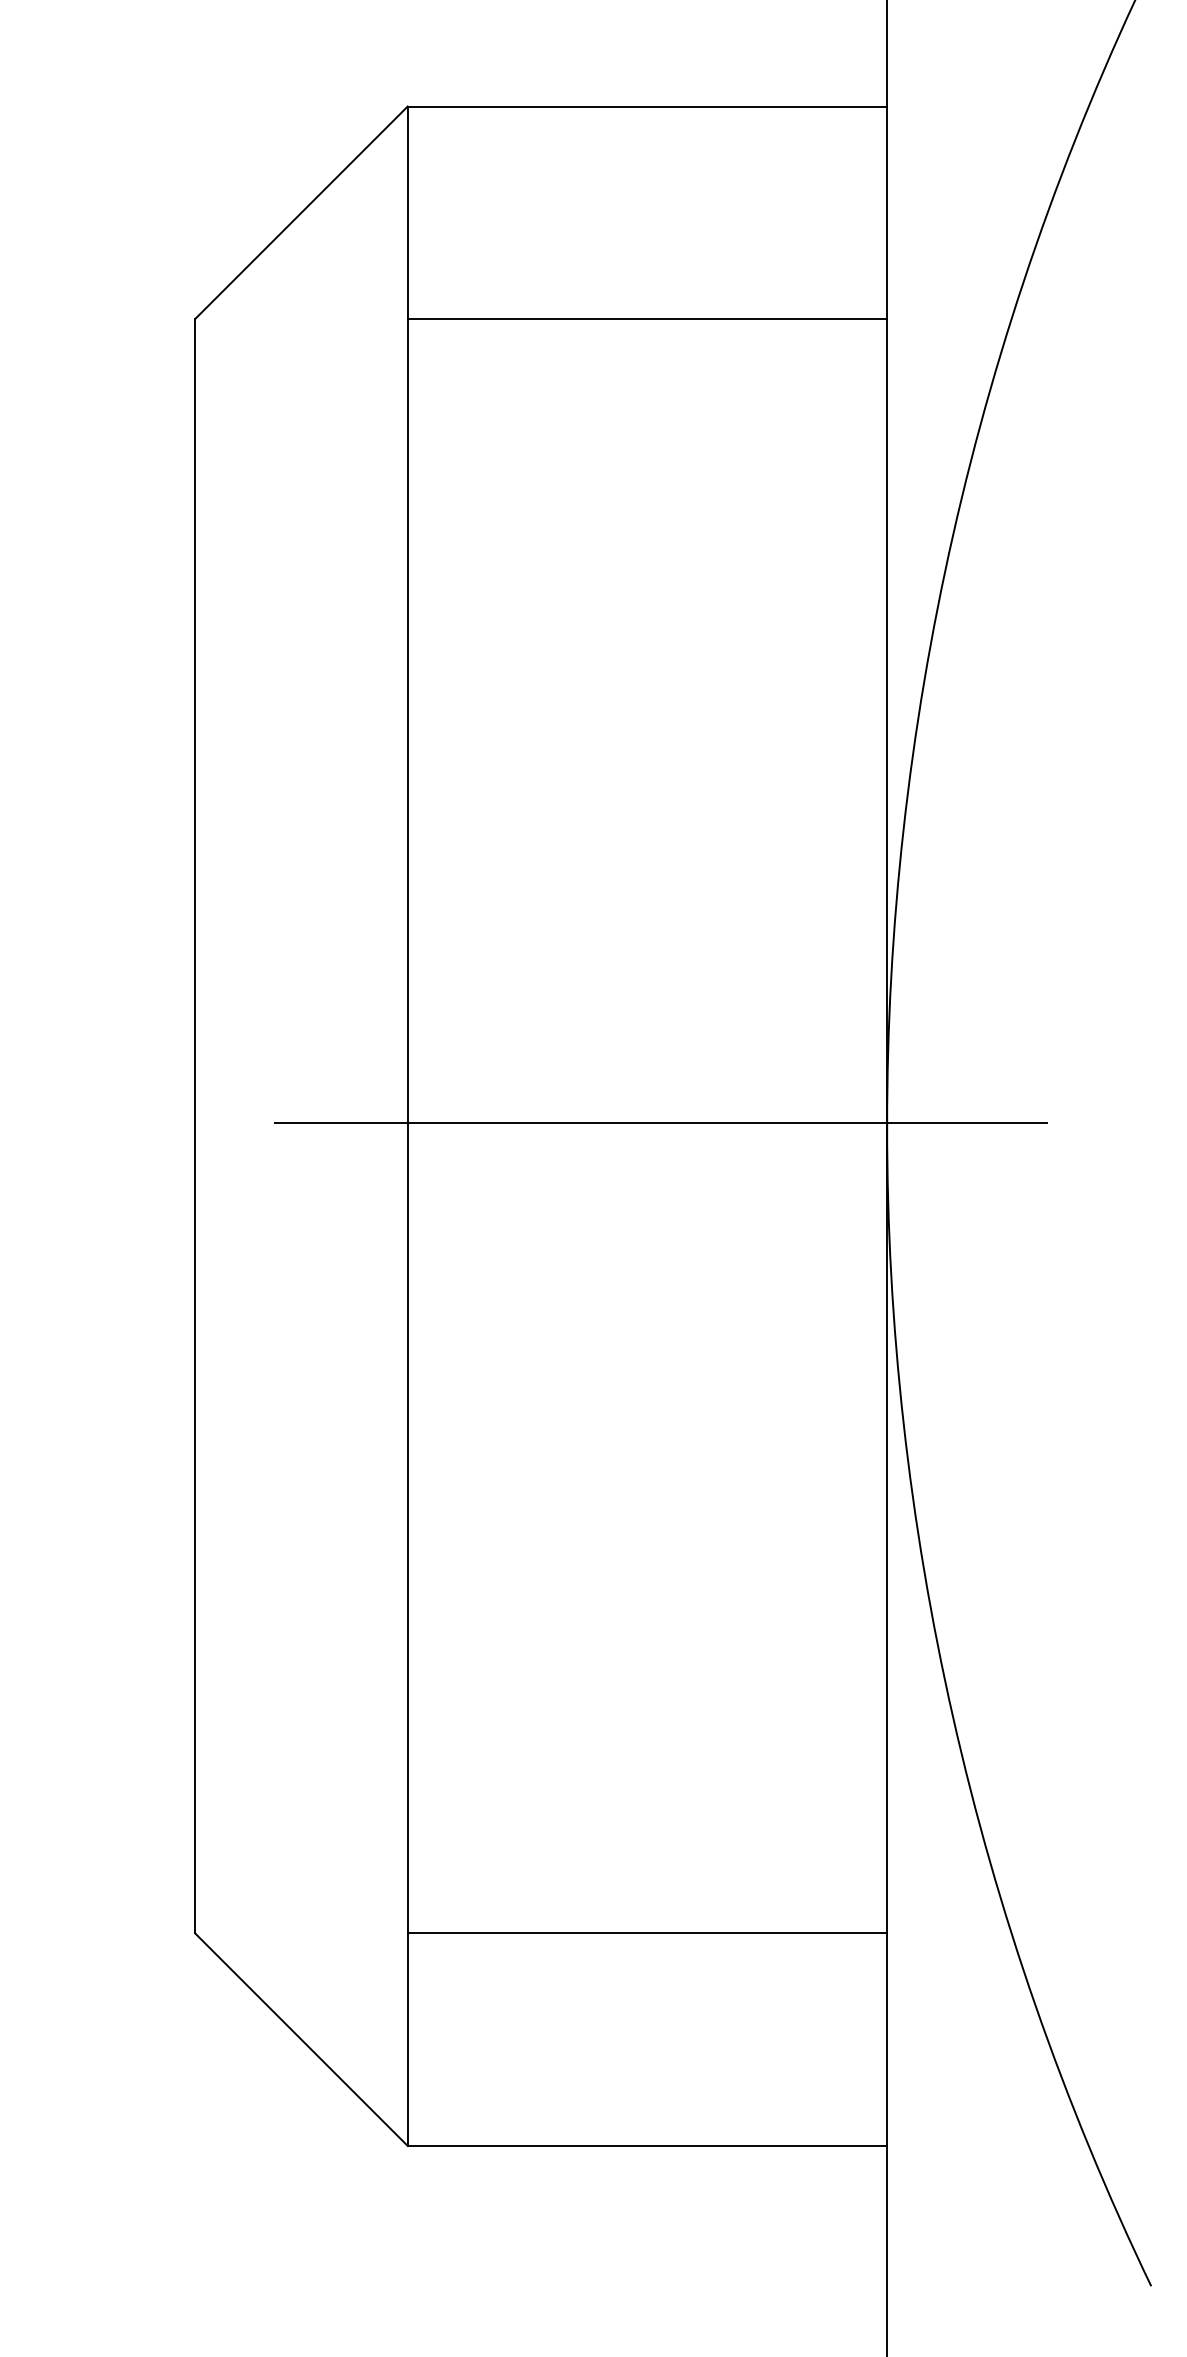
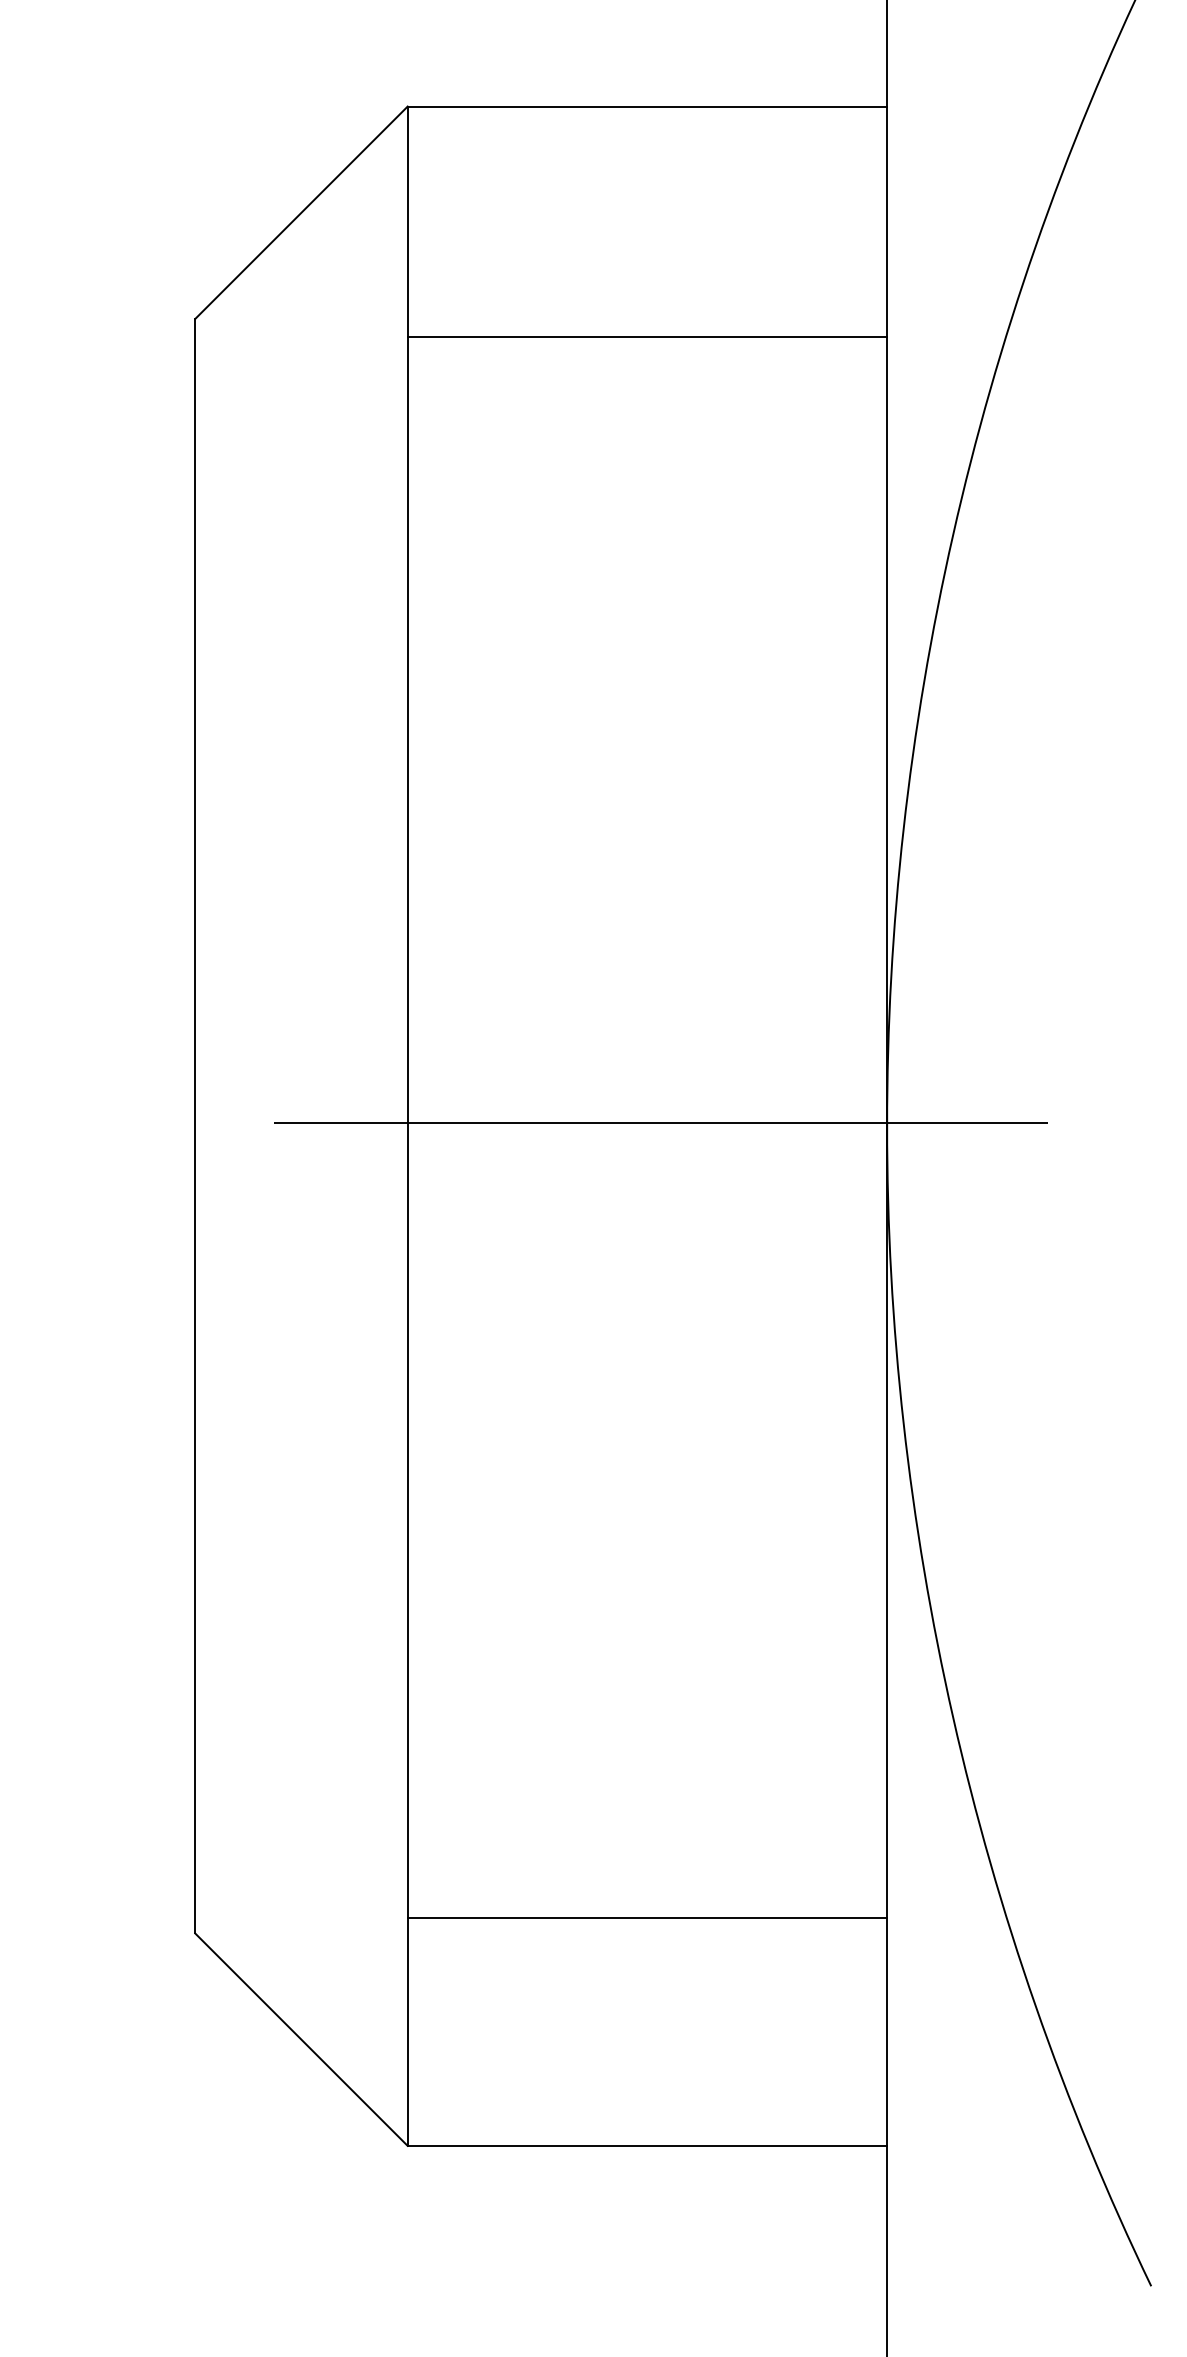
line at (647, 318) position: (647, 318) -> (647, 336)
line at (647, 1933) position: (647, 1933) -> (647, 1918)
